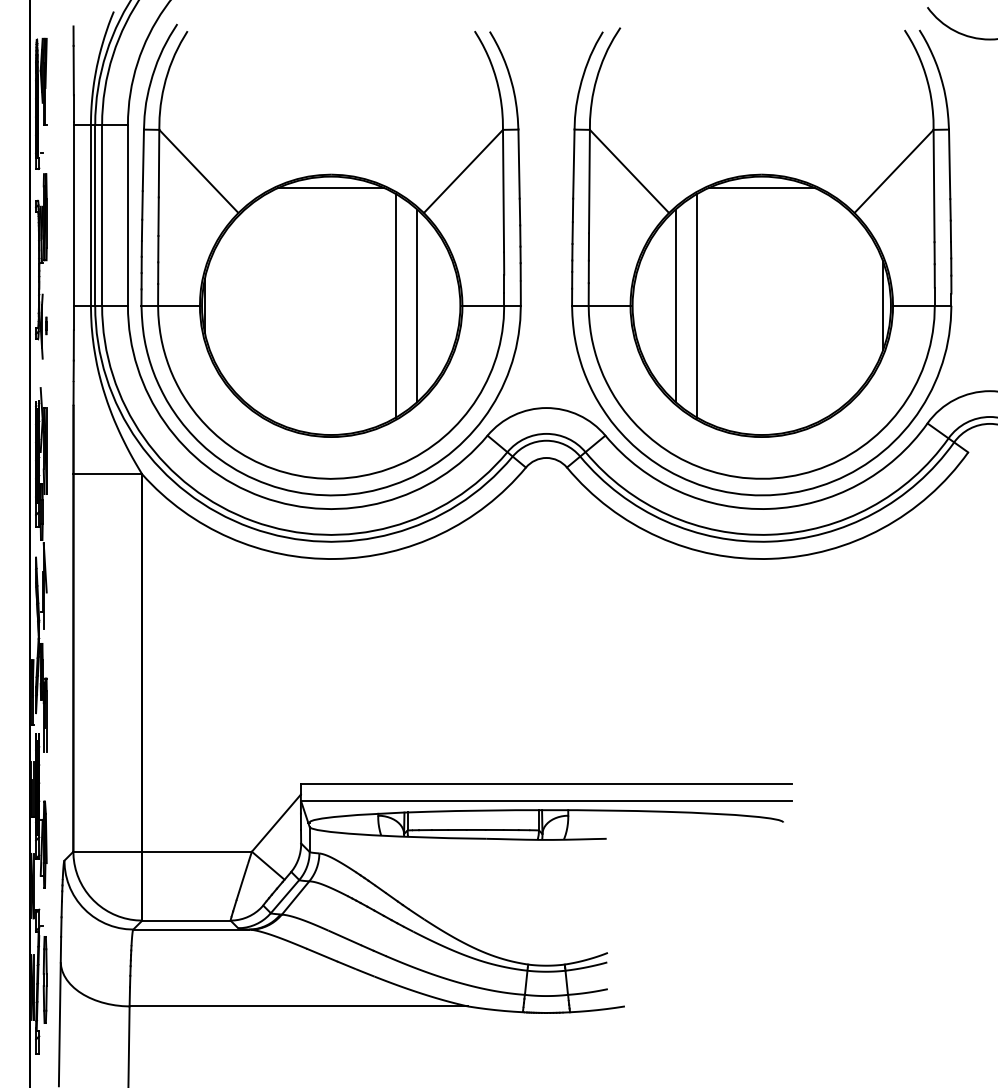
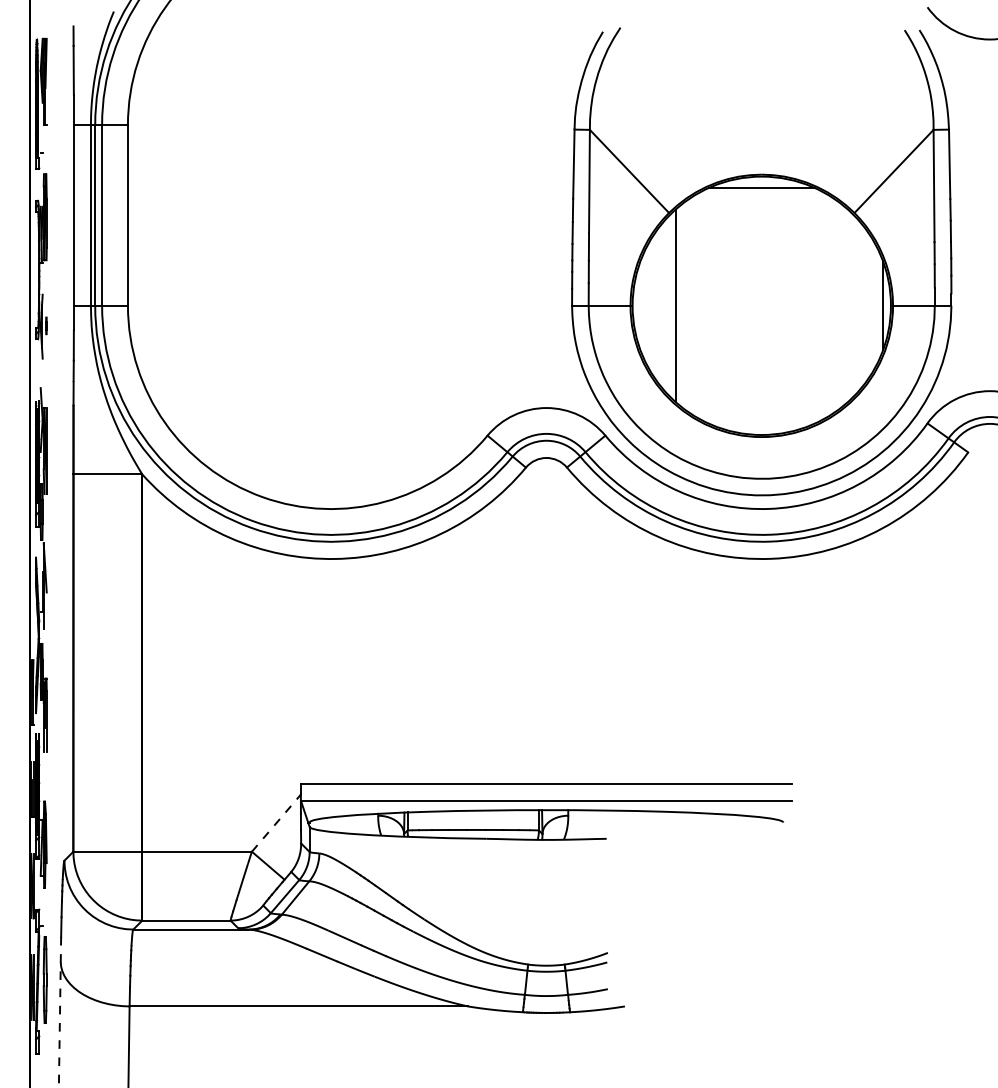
part at (330, 259): present -> none
line at (697, 305): present -> none
line at (276, 823): solid -> dashed
line at (60, 1011): solid -> dashed
